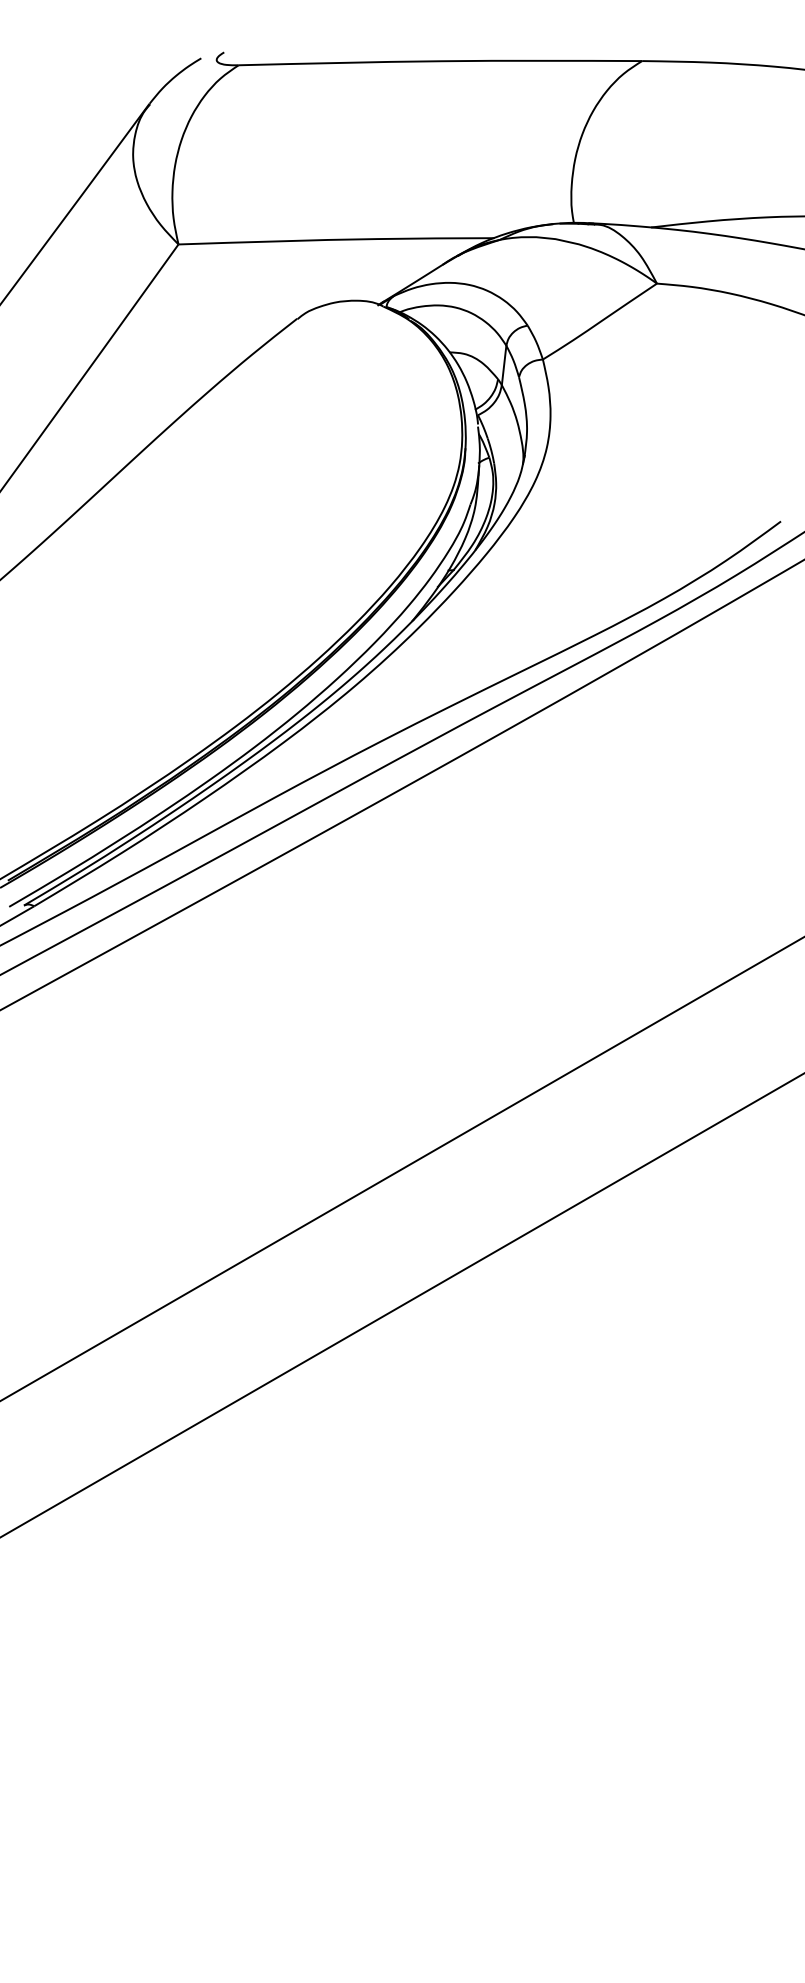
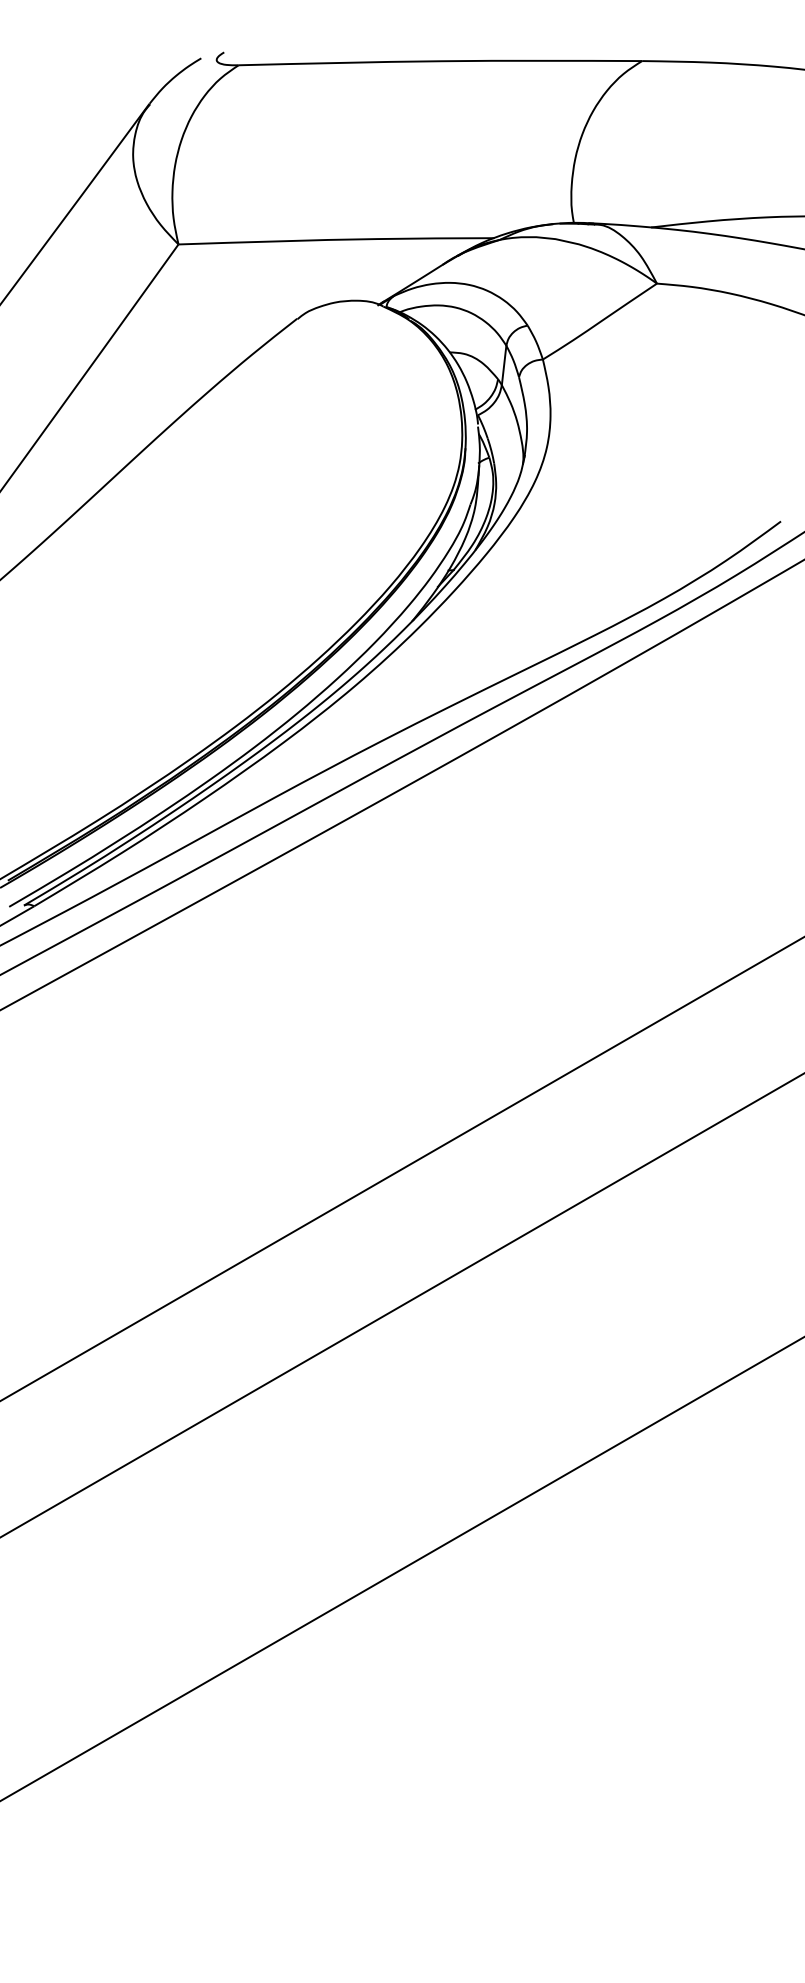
line at (401, 1569): none -> present
